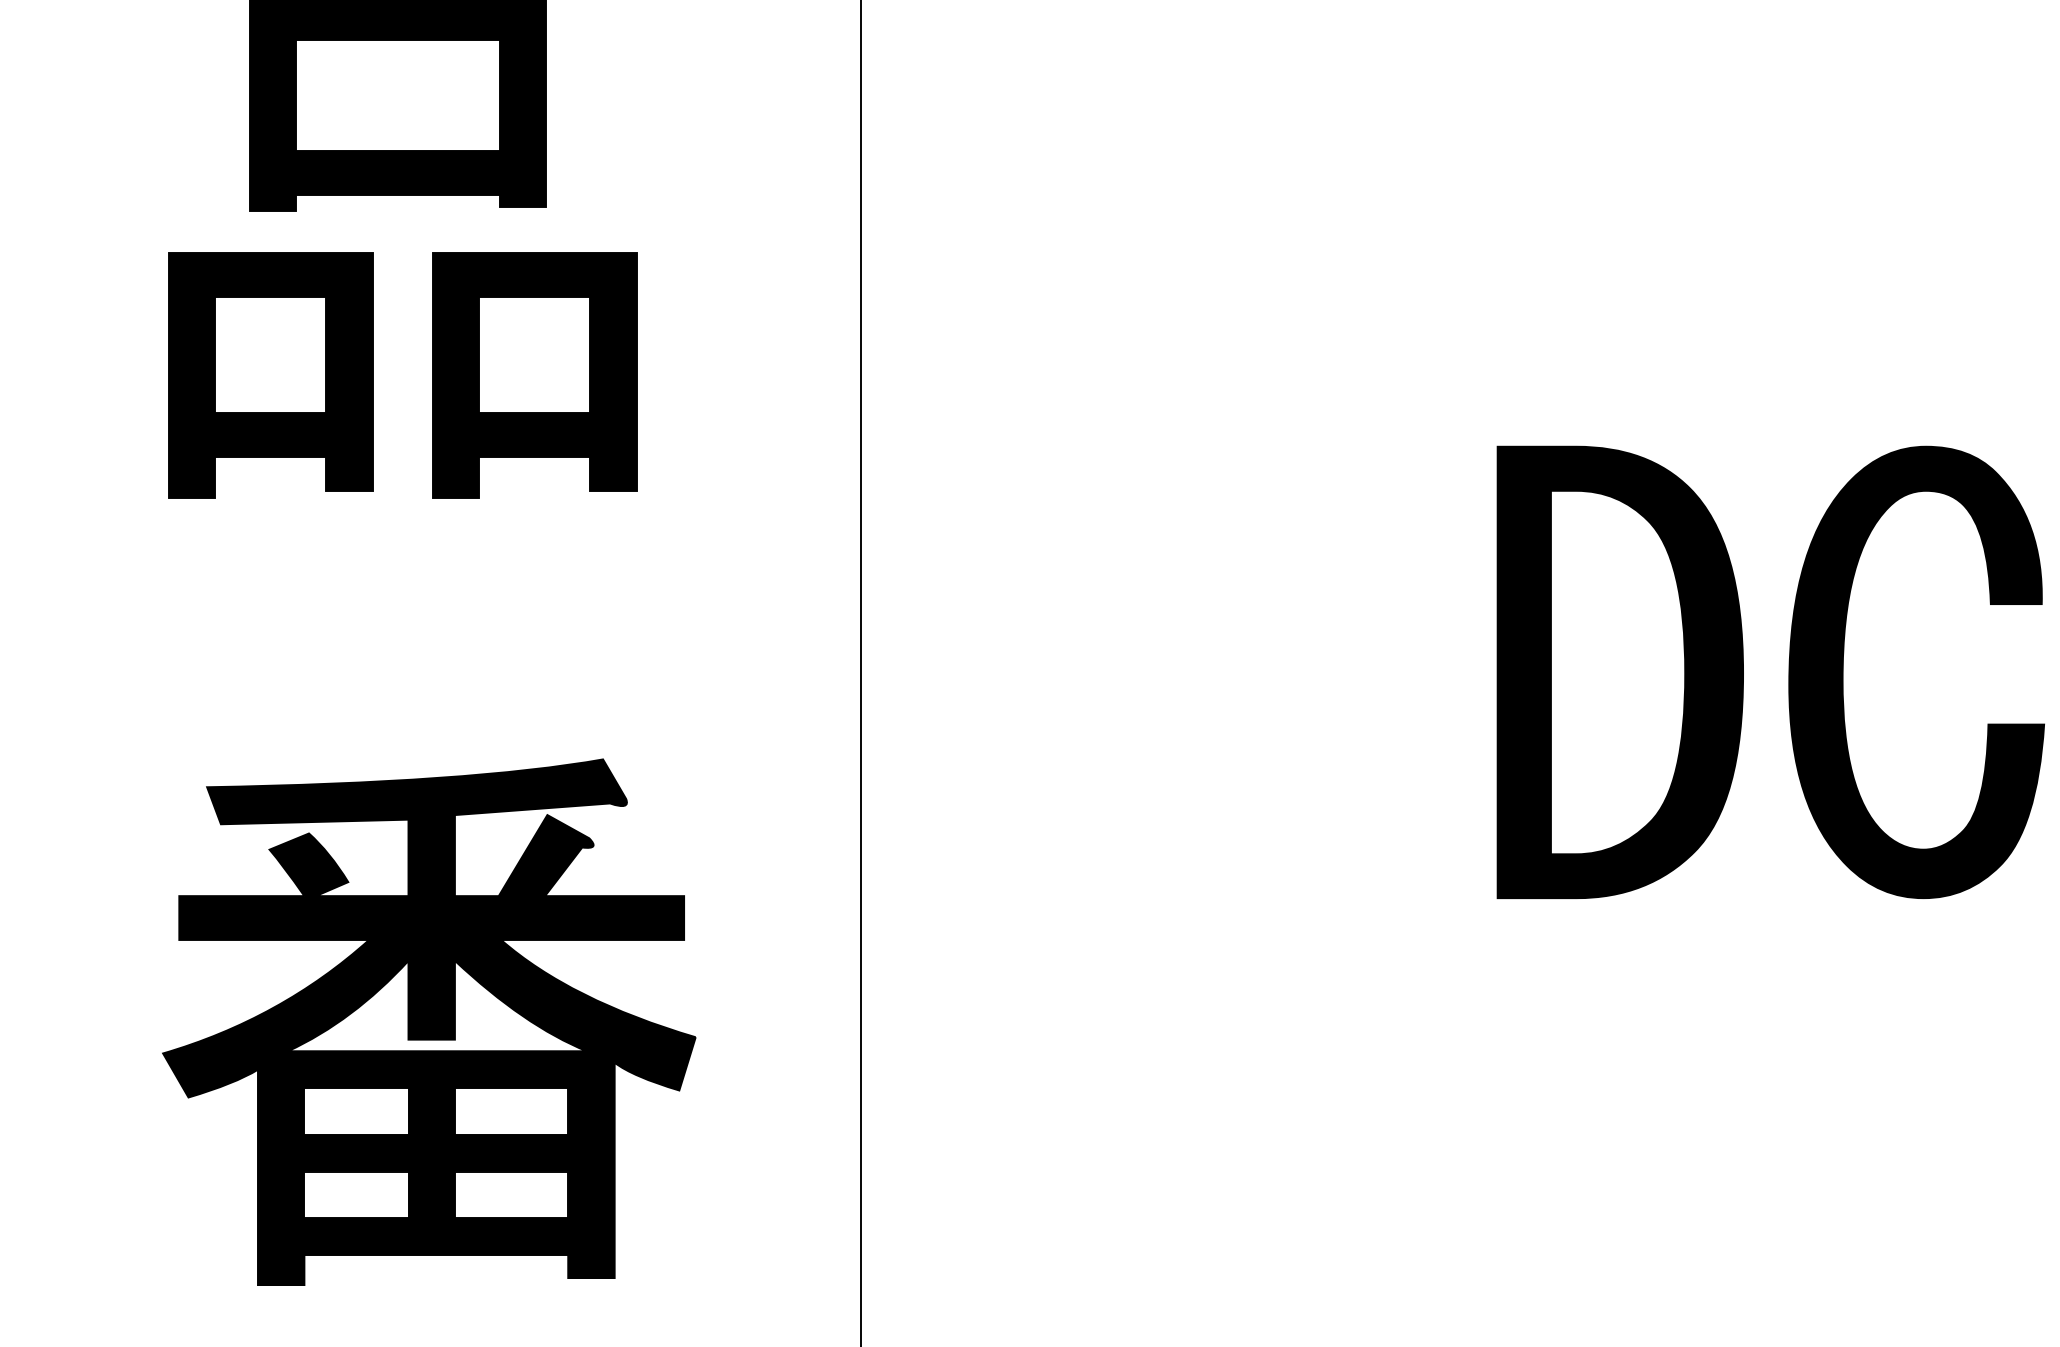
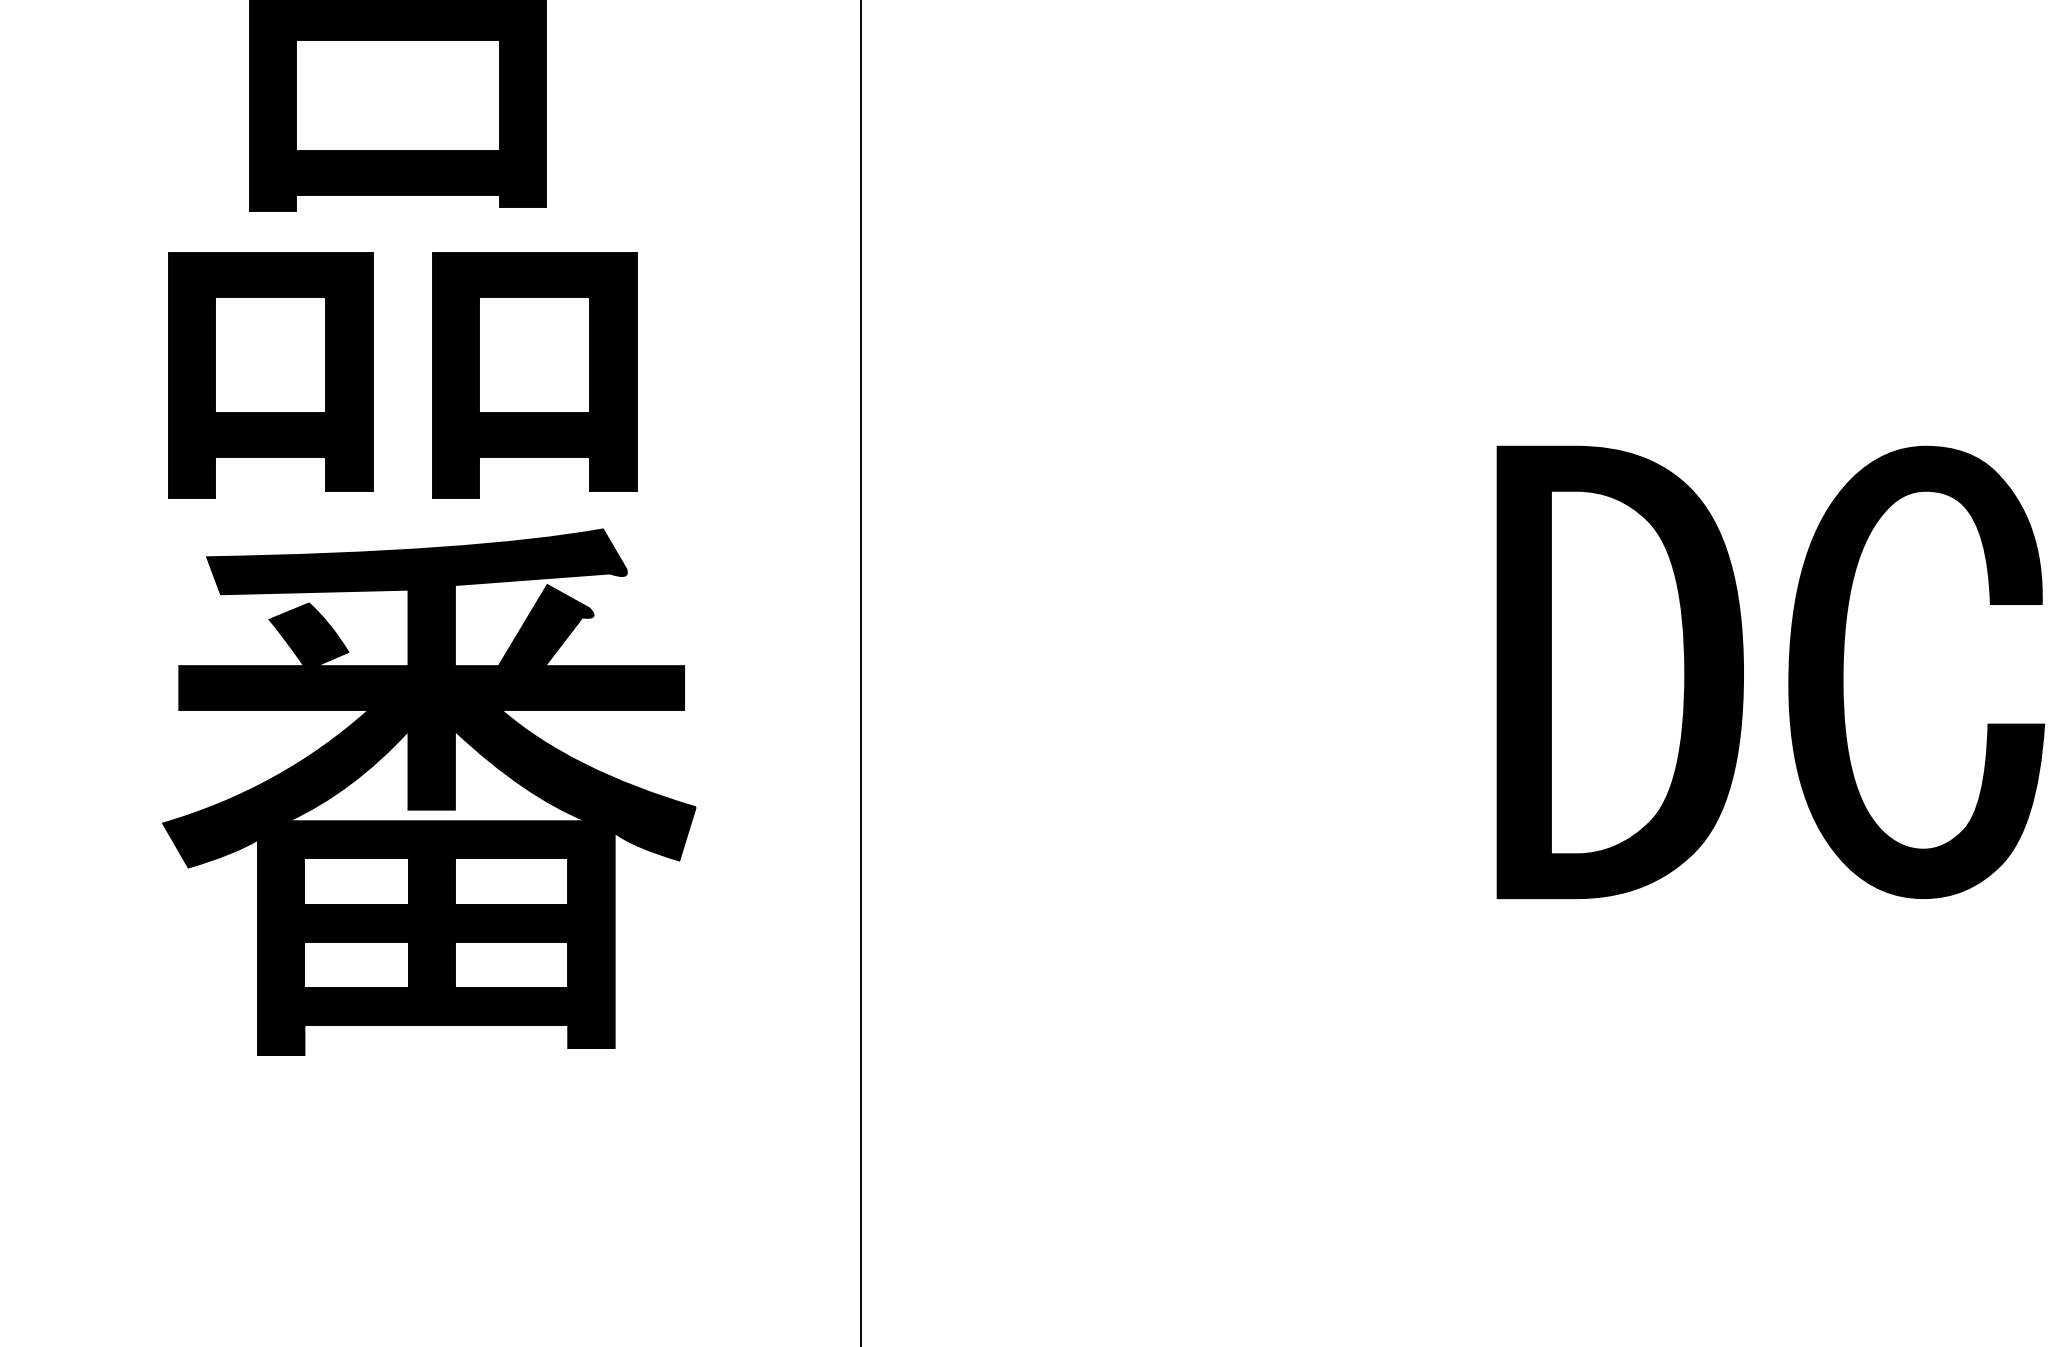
part at (429, 1021) position: (429, 1021) -> (429, 791)
